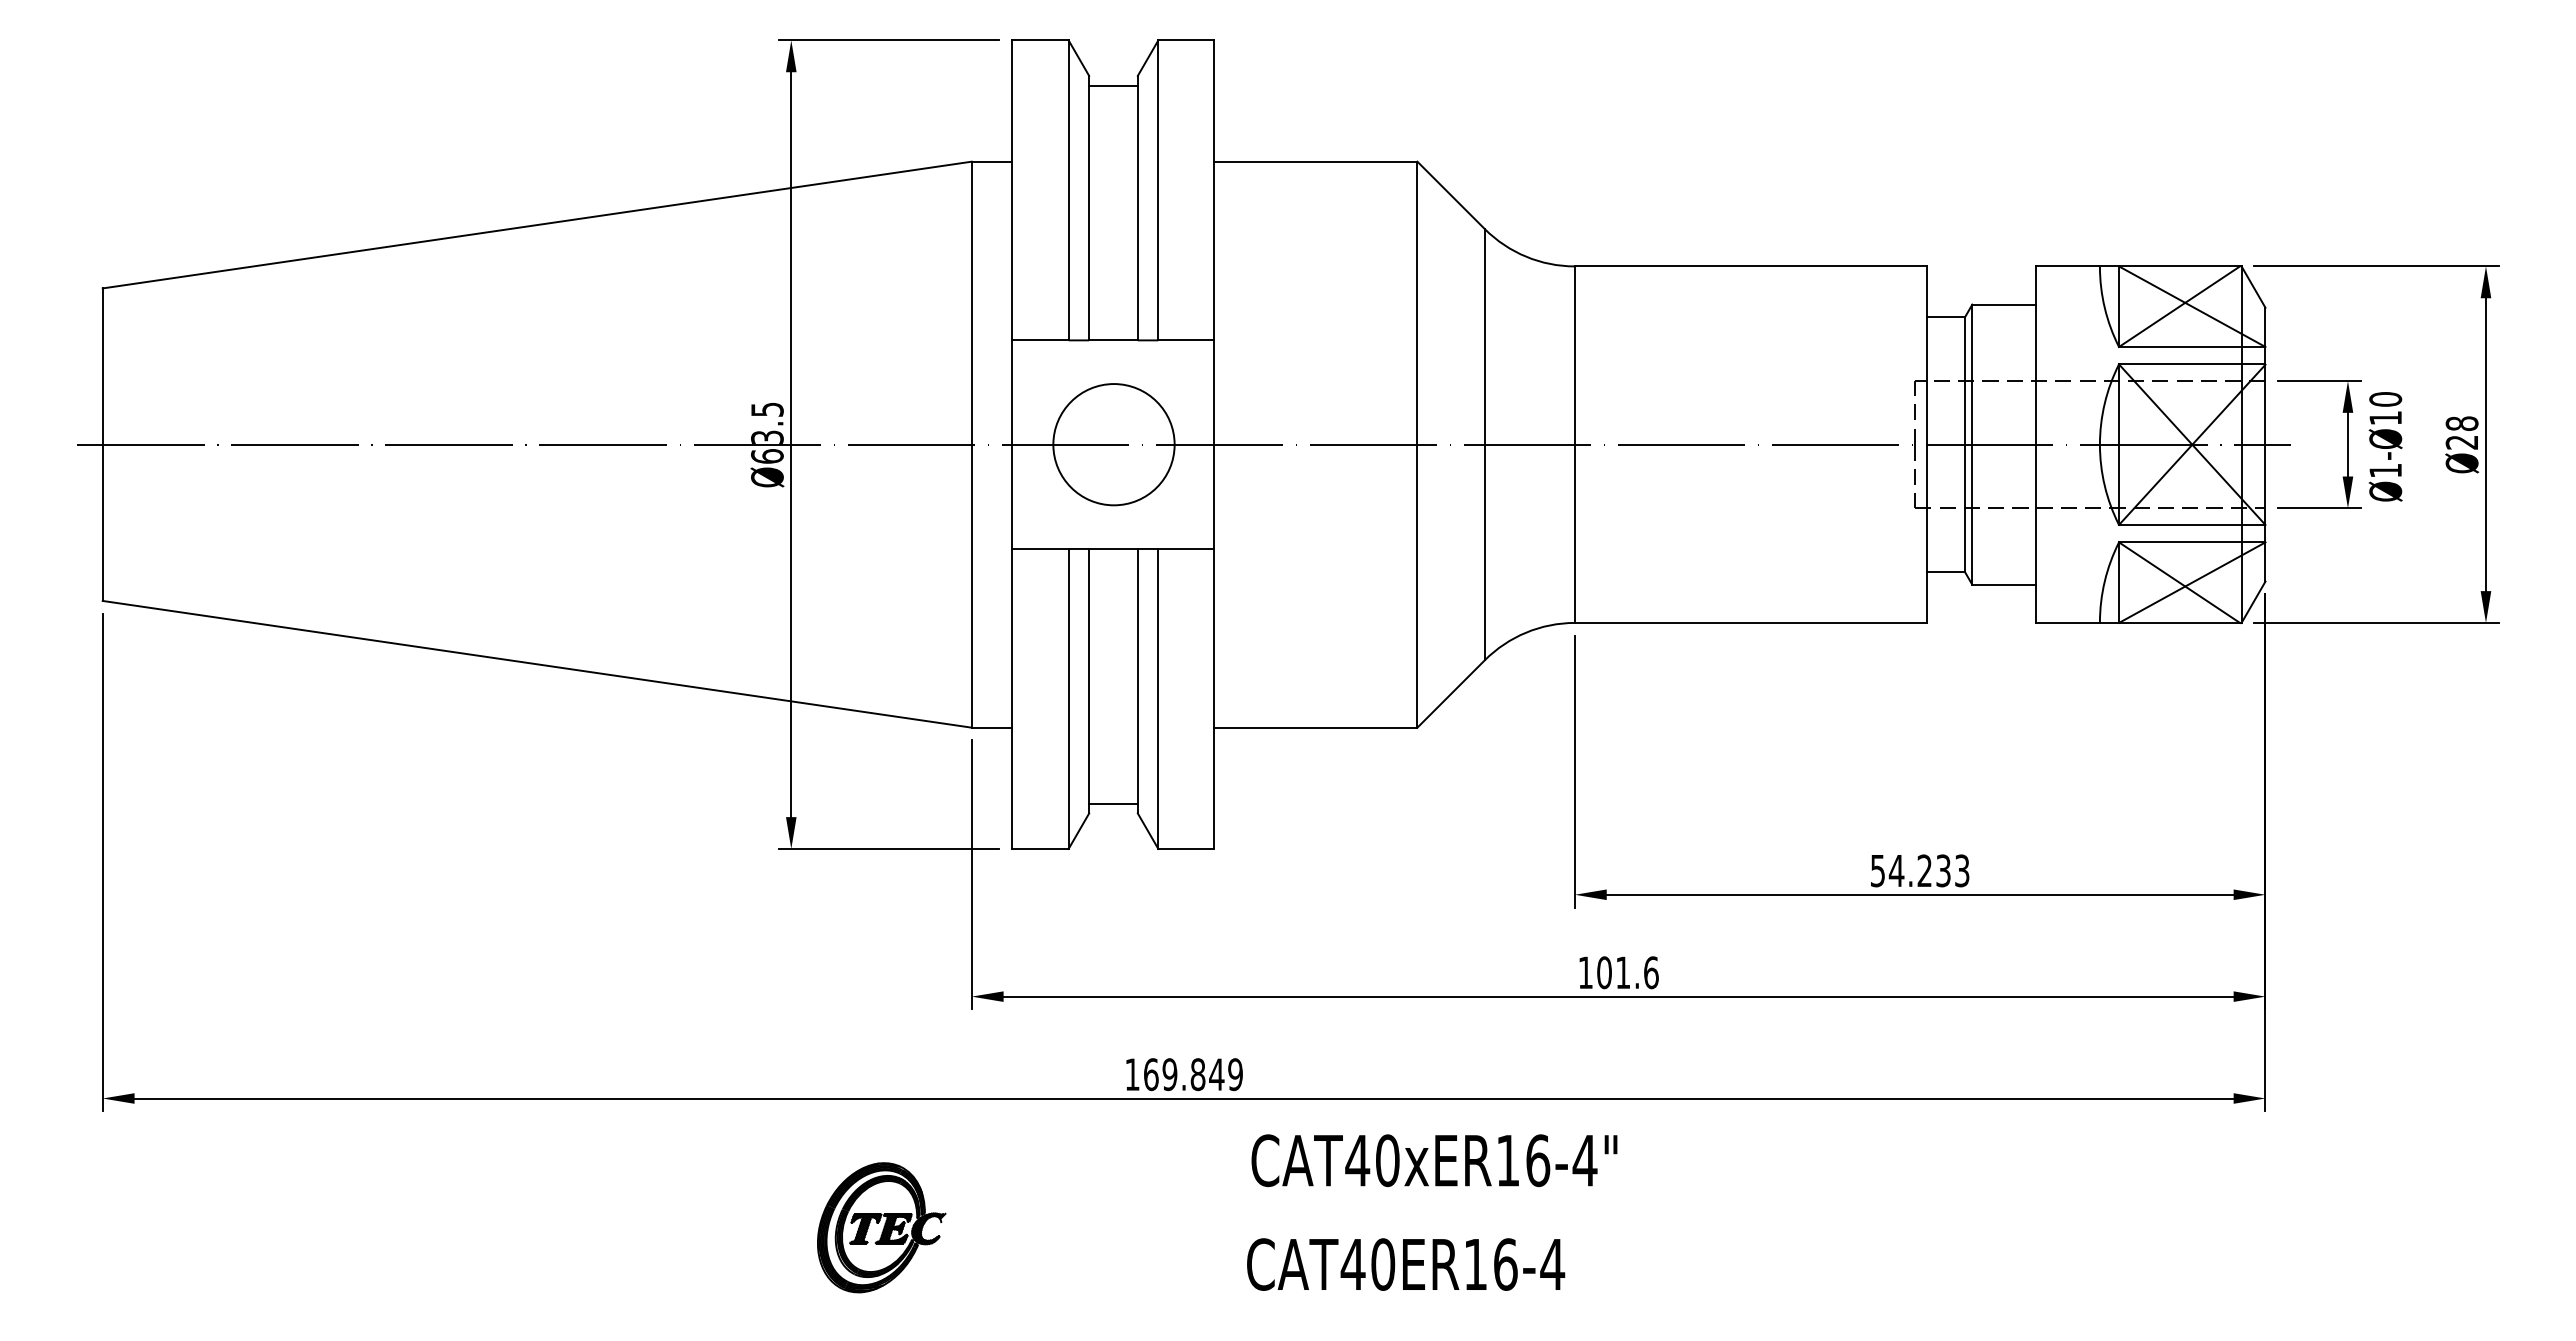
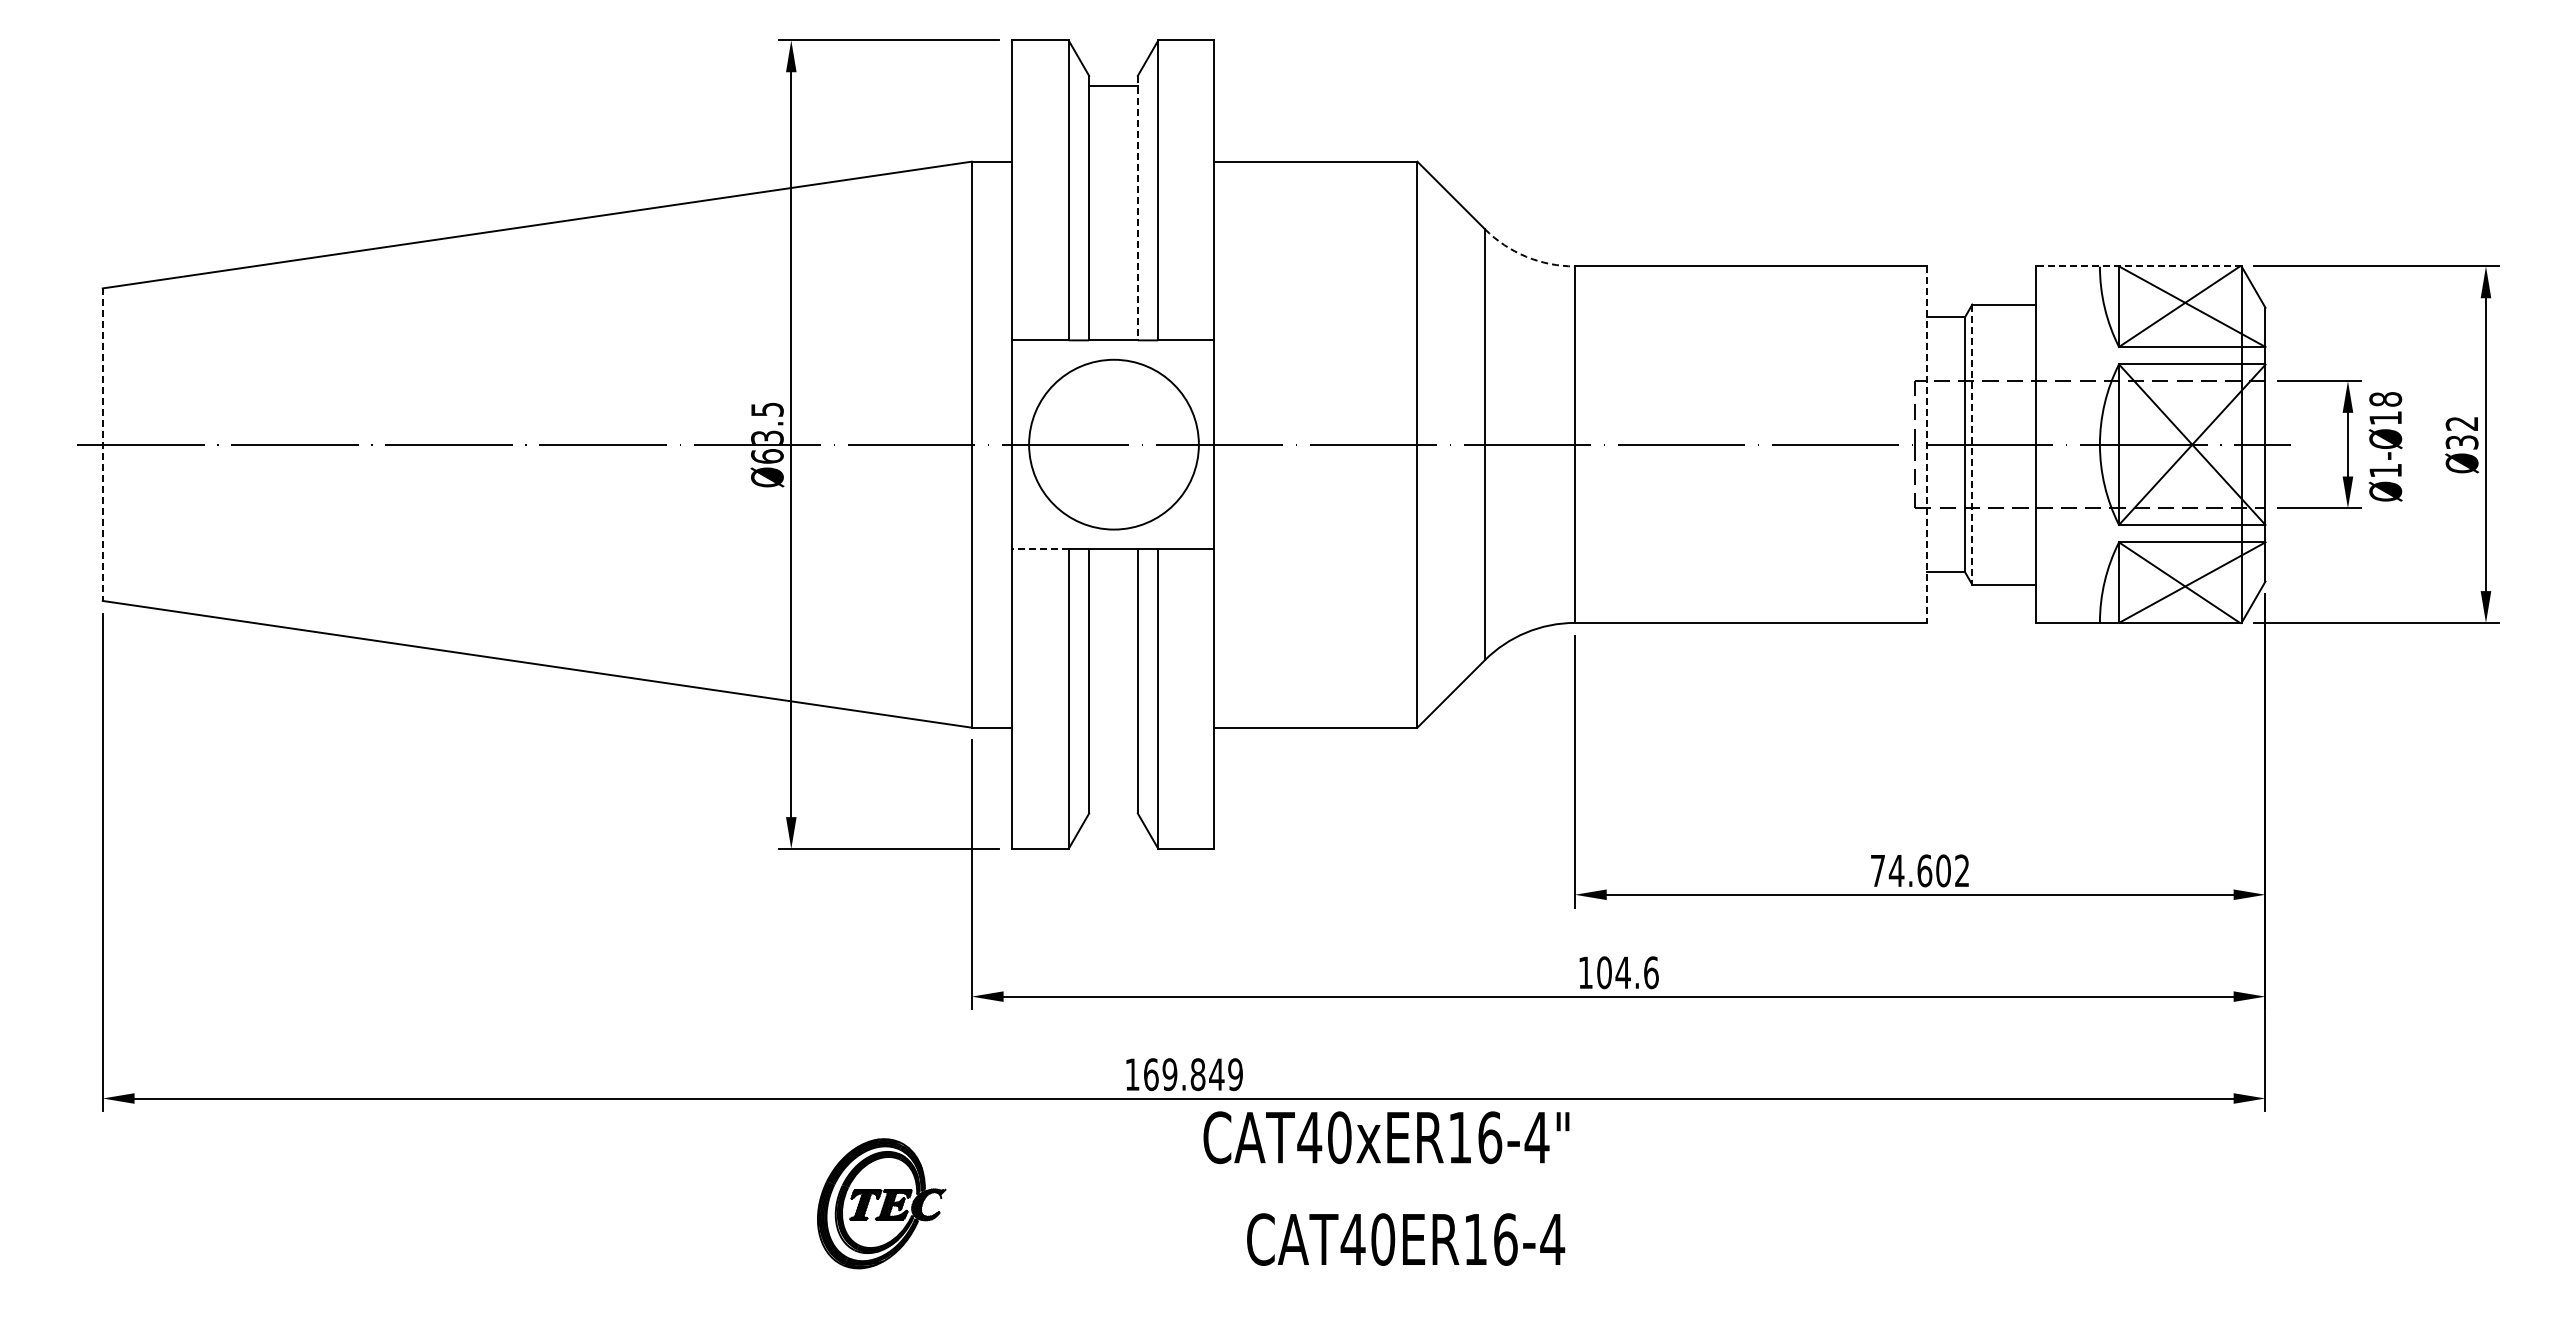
line at (1137, 208): solid -> dashed
arc at (1526, 256): solid -> dashed
line at (2138, 266): solid -> dashed
text at (2385, 399): 10 -> 18
text at (2461, 432): 28 -> 32
circle at (1113, 444) diameter: 121 px -> 170 px
line at (102, 445): solid -> dashed
line at (1926, 445): solid -> dashed
line at (1972, 445): solid -> dashed
line at (1039, 548): solid -> dashed
line at (1113, 803): present -> none
text at (1920, 870): 54.233 -> 74.602
text at (1622, 972): 101.6 -> 104.6
text at (1434, 1160) position: (1434, 1160) -> (1386, 1137)
part at (881, 1227) position: (881, 1227) -> (881, 1203)
text at (1406, 1264) position: (1406, 1264) -> (1406, 1239)
